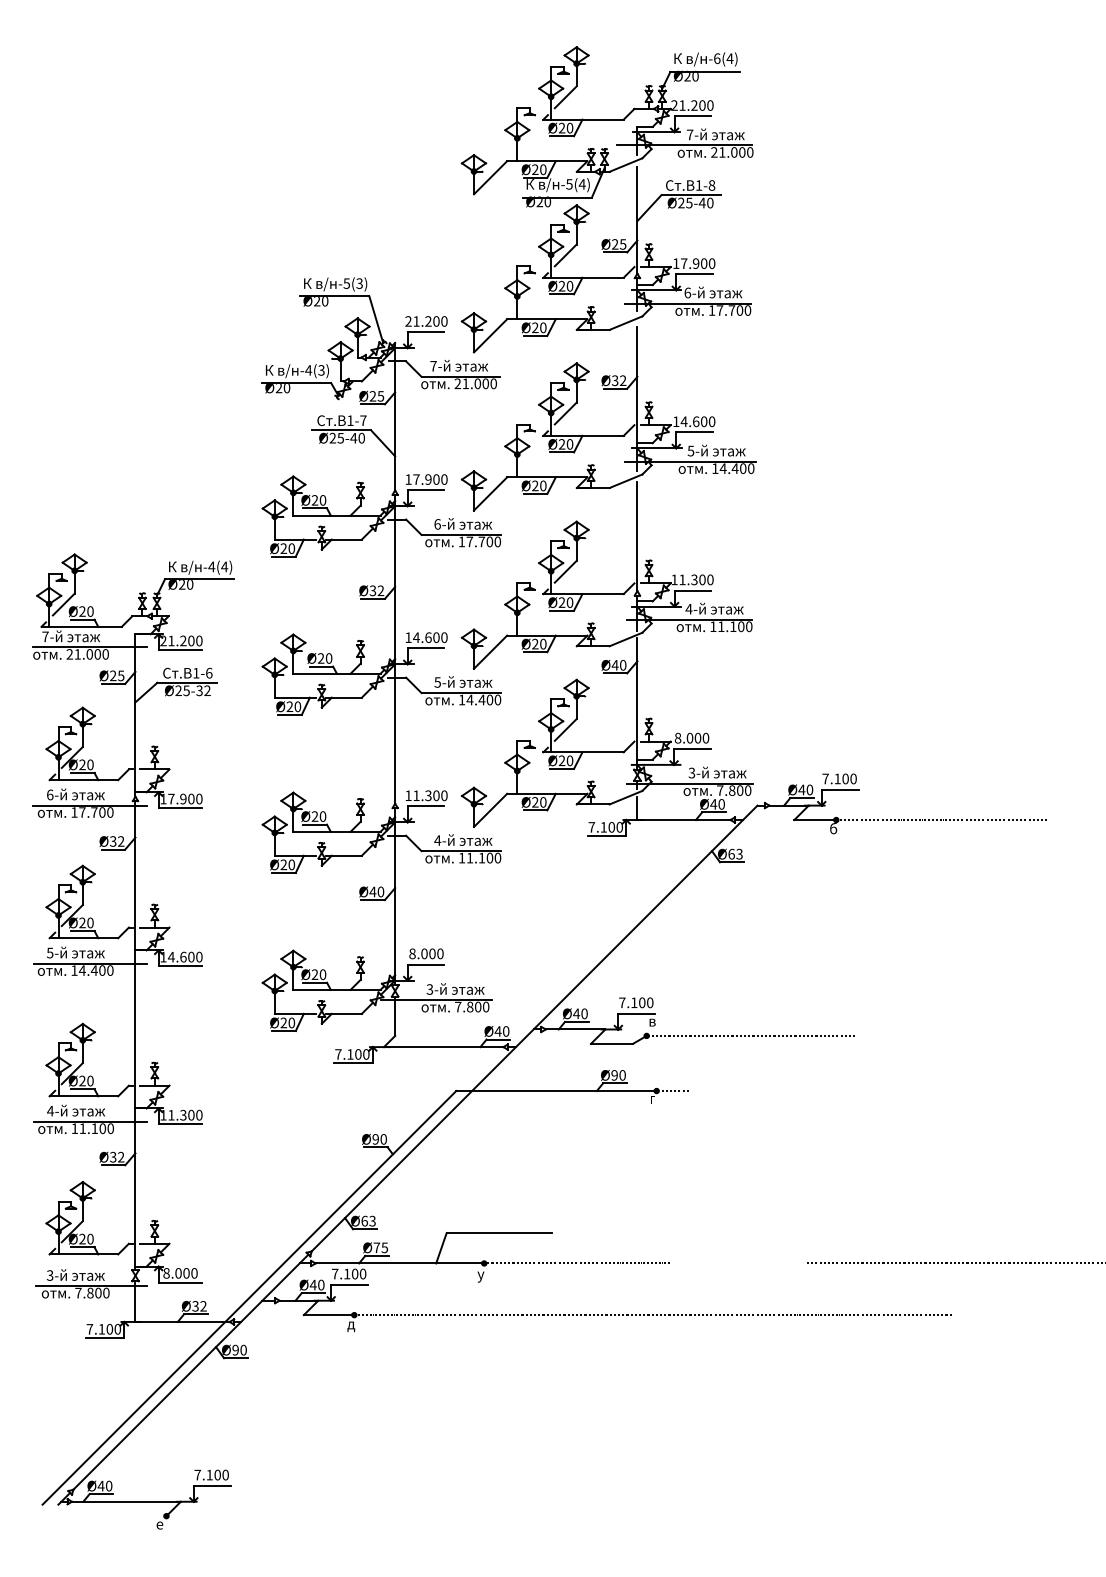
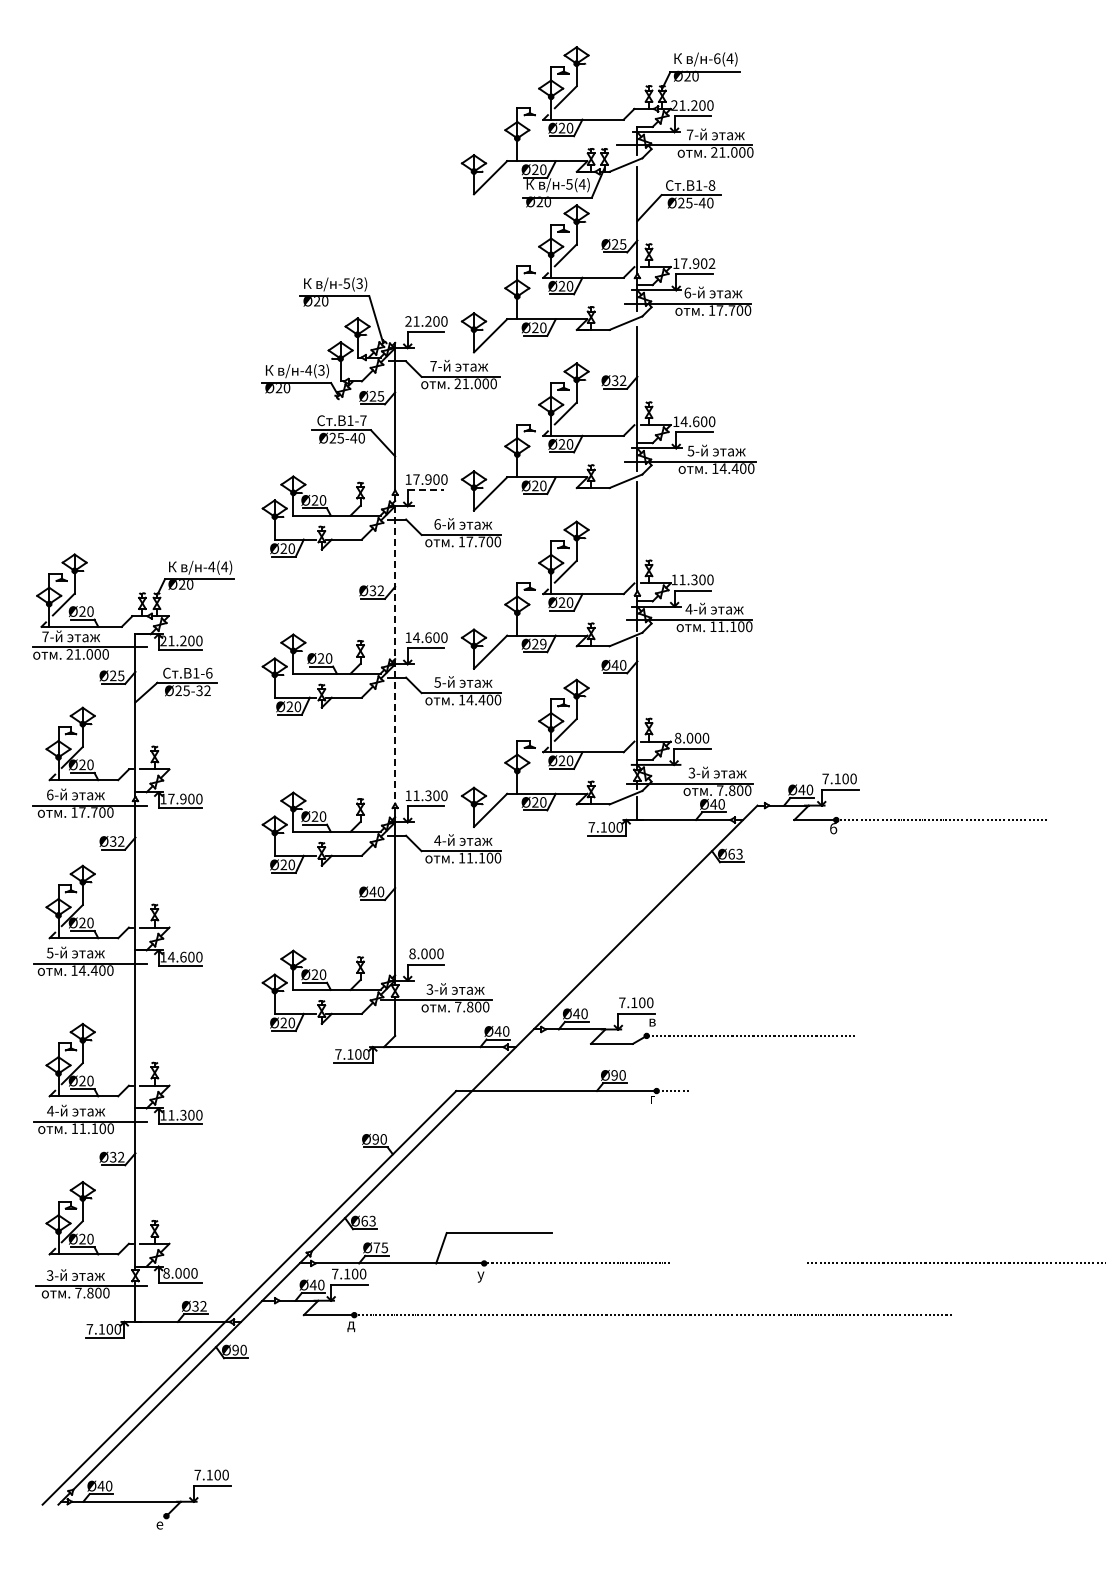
text at (711, 263): 17.900 -> 17.902
line at (426, 490): solid -> dashed
text at (543, 644): Ø20 -> Ø29
line at (395, 649): solid -> dashed
